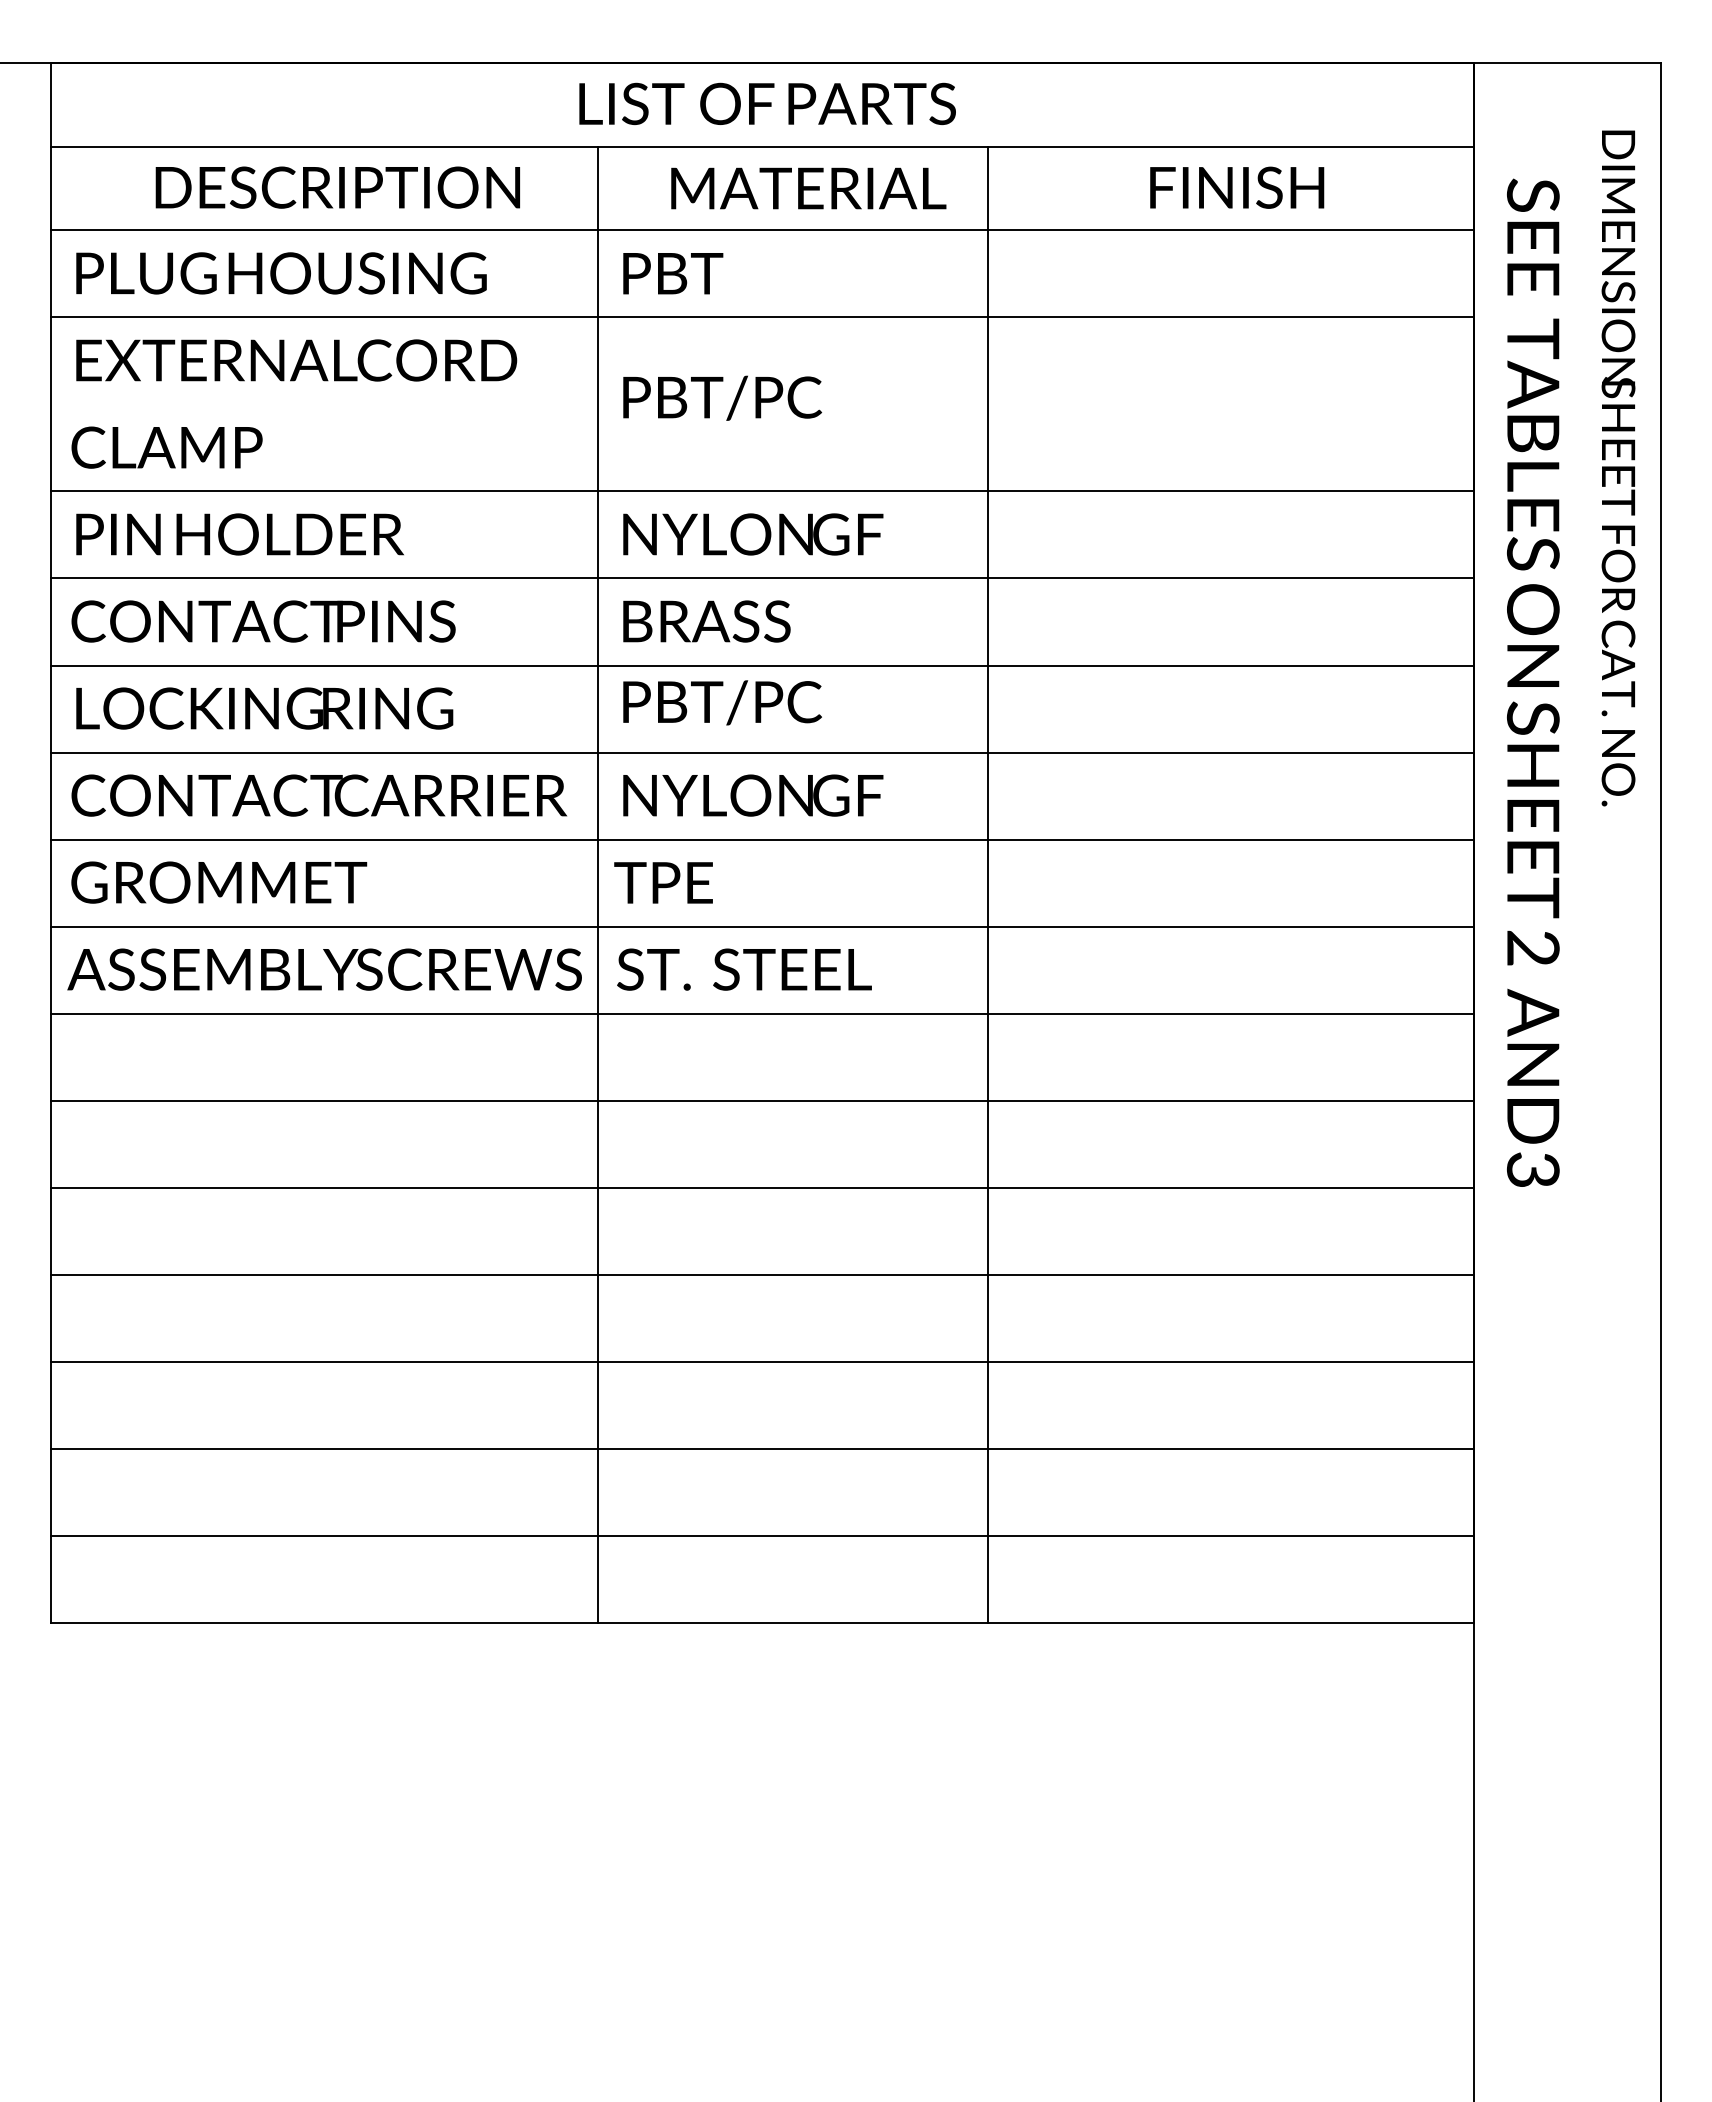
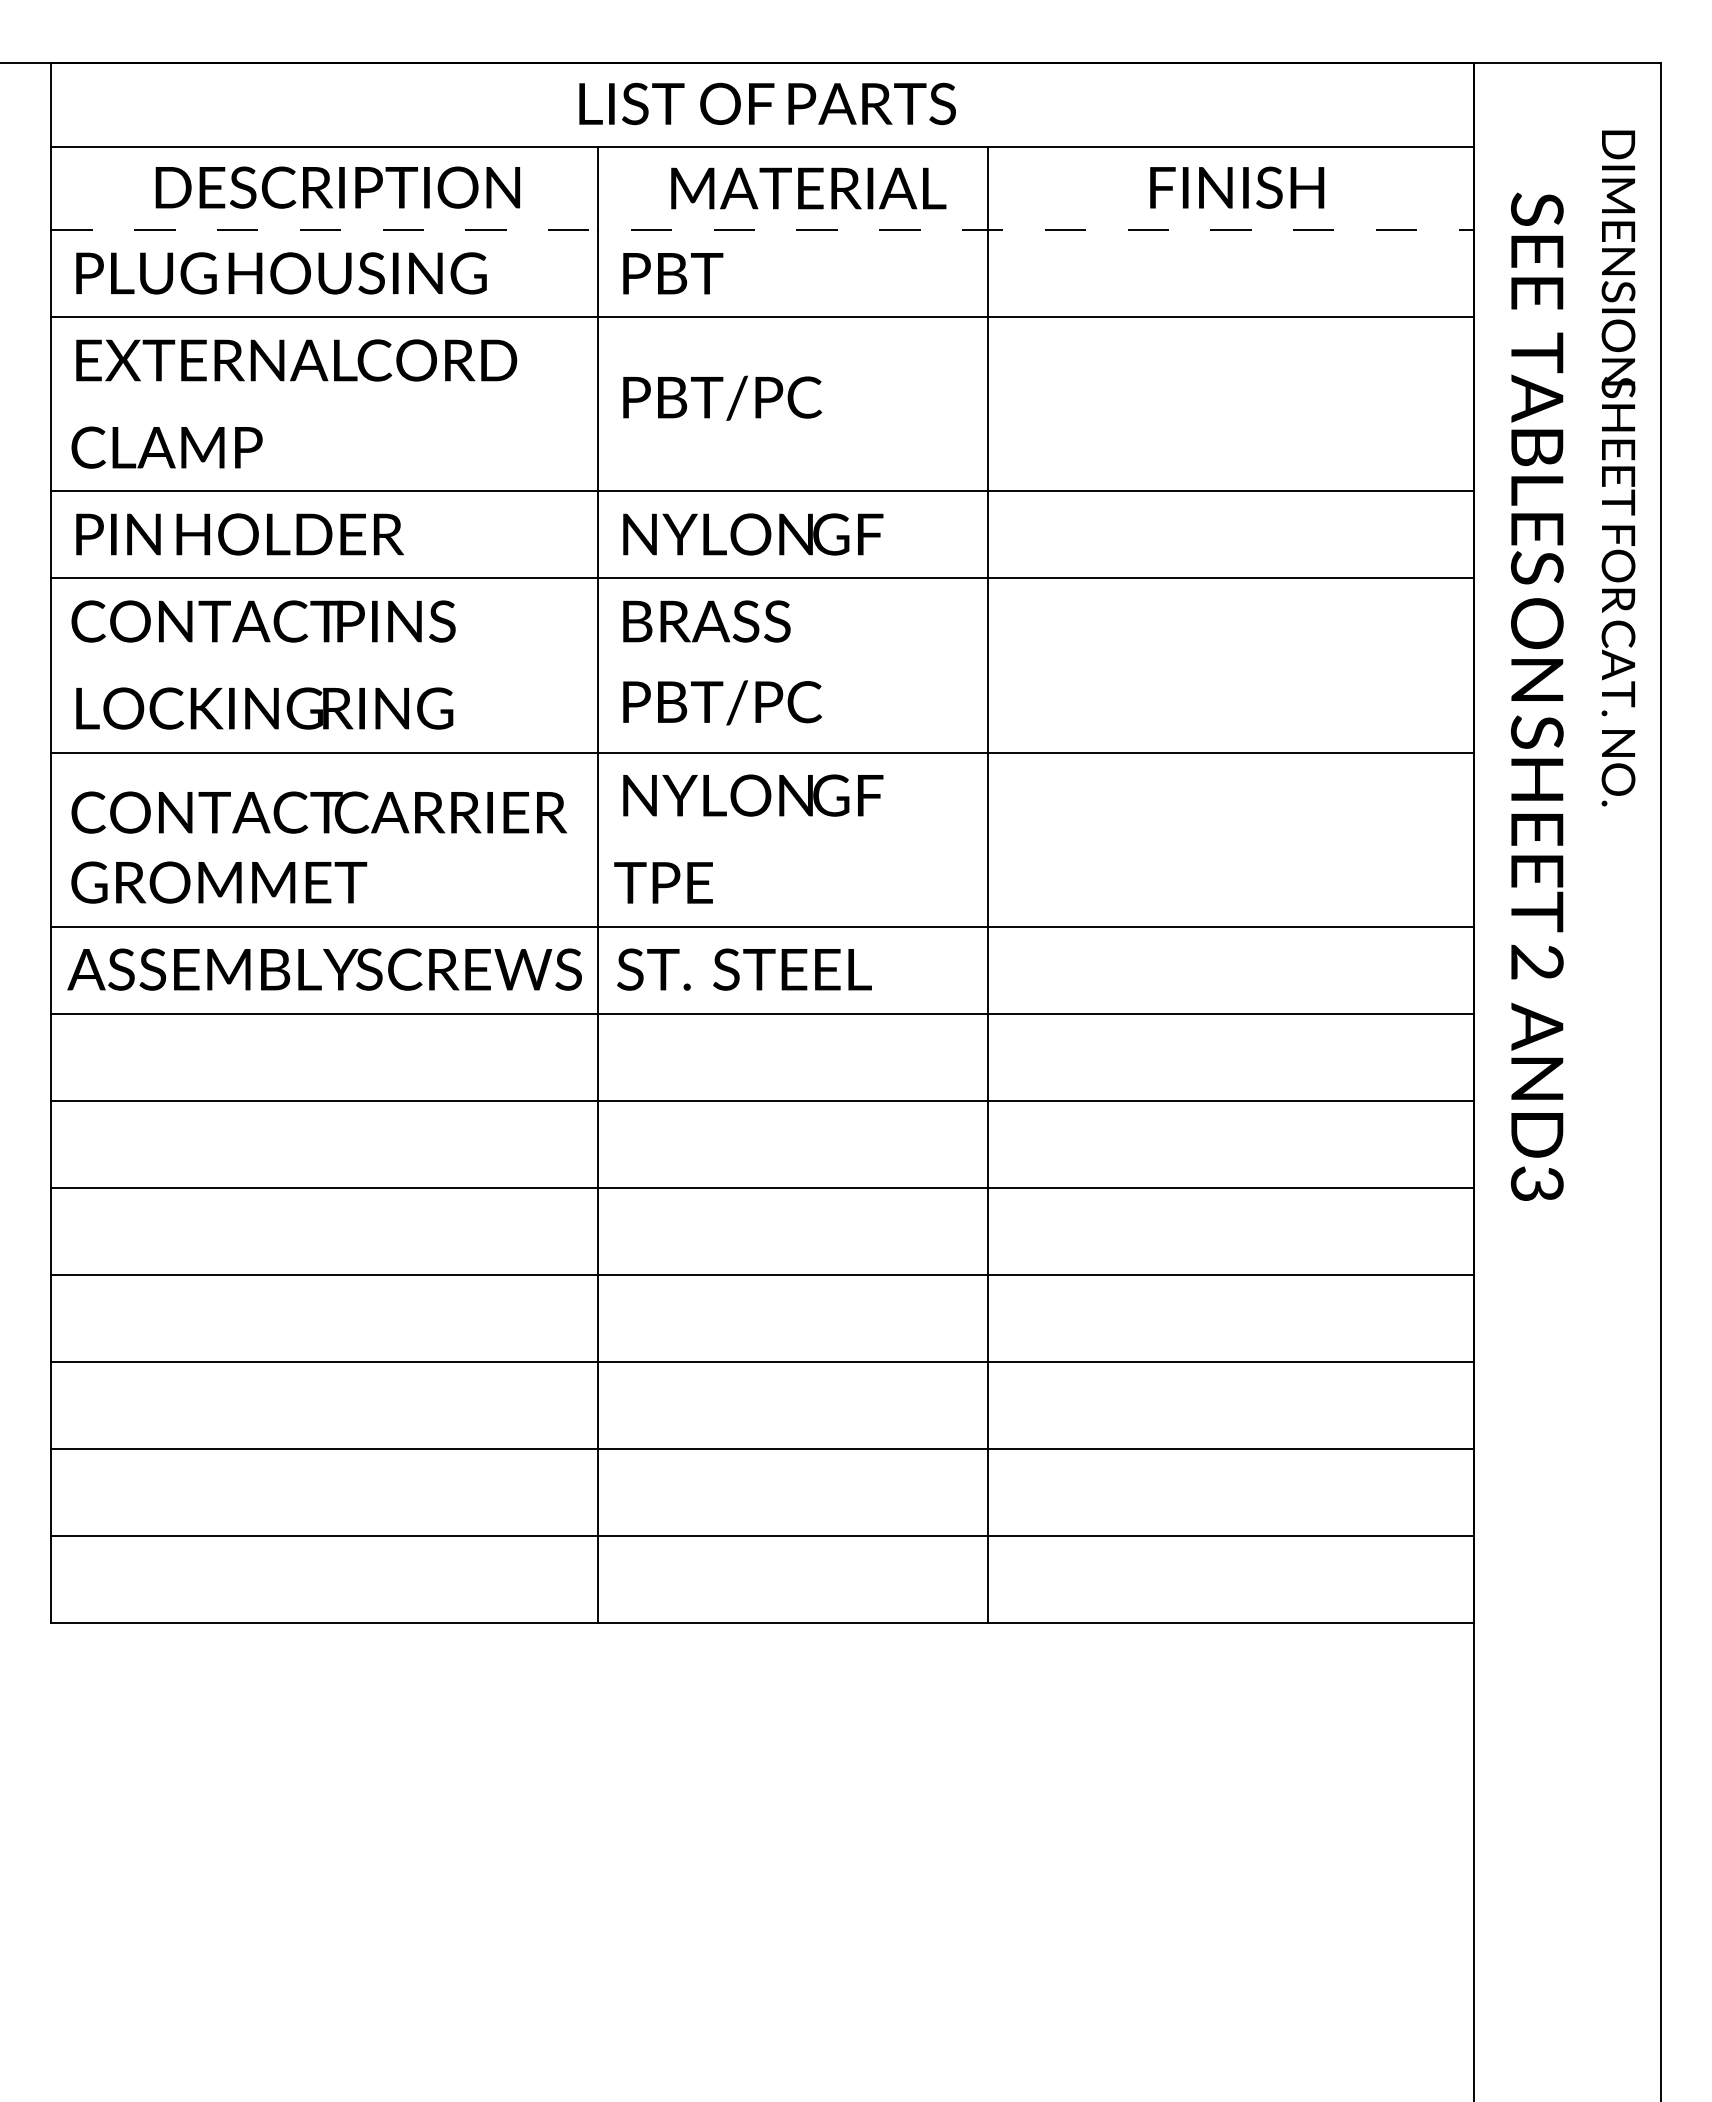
line at (763, 230): solid -> dashed
line at (762, 665): present -> none
text at (1533, 682) position: (1533, 682) -> (1537, 696)
text at (319, 795) position: (319, 795) -> (319, 812)
line at (762, 839): present -> none
